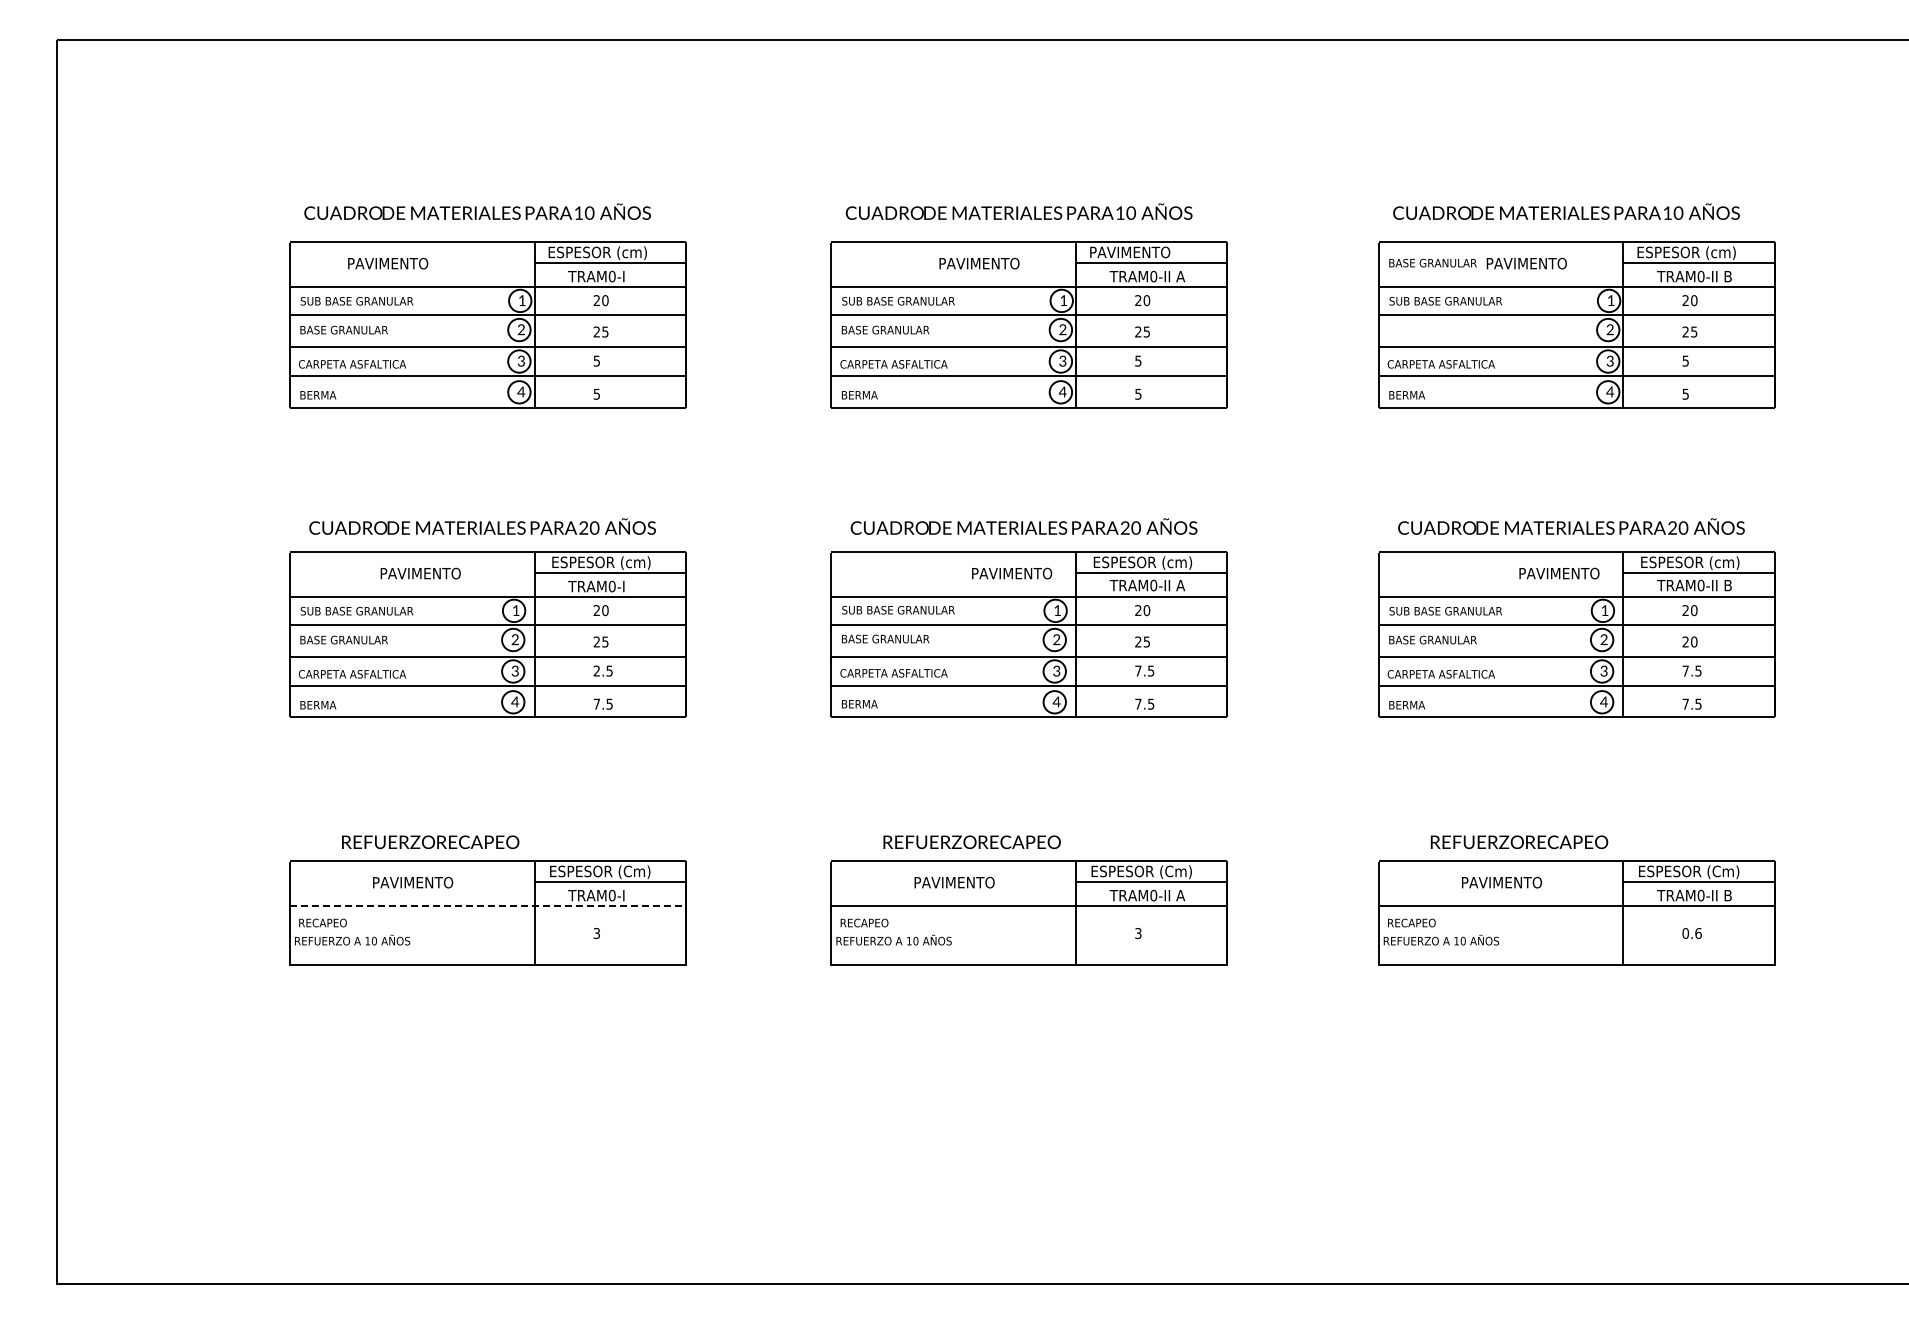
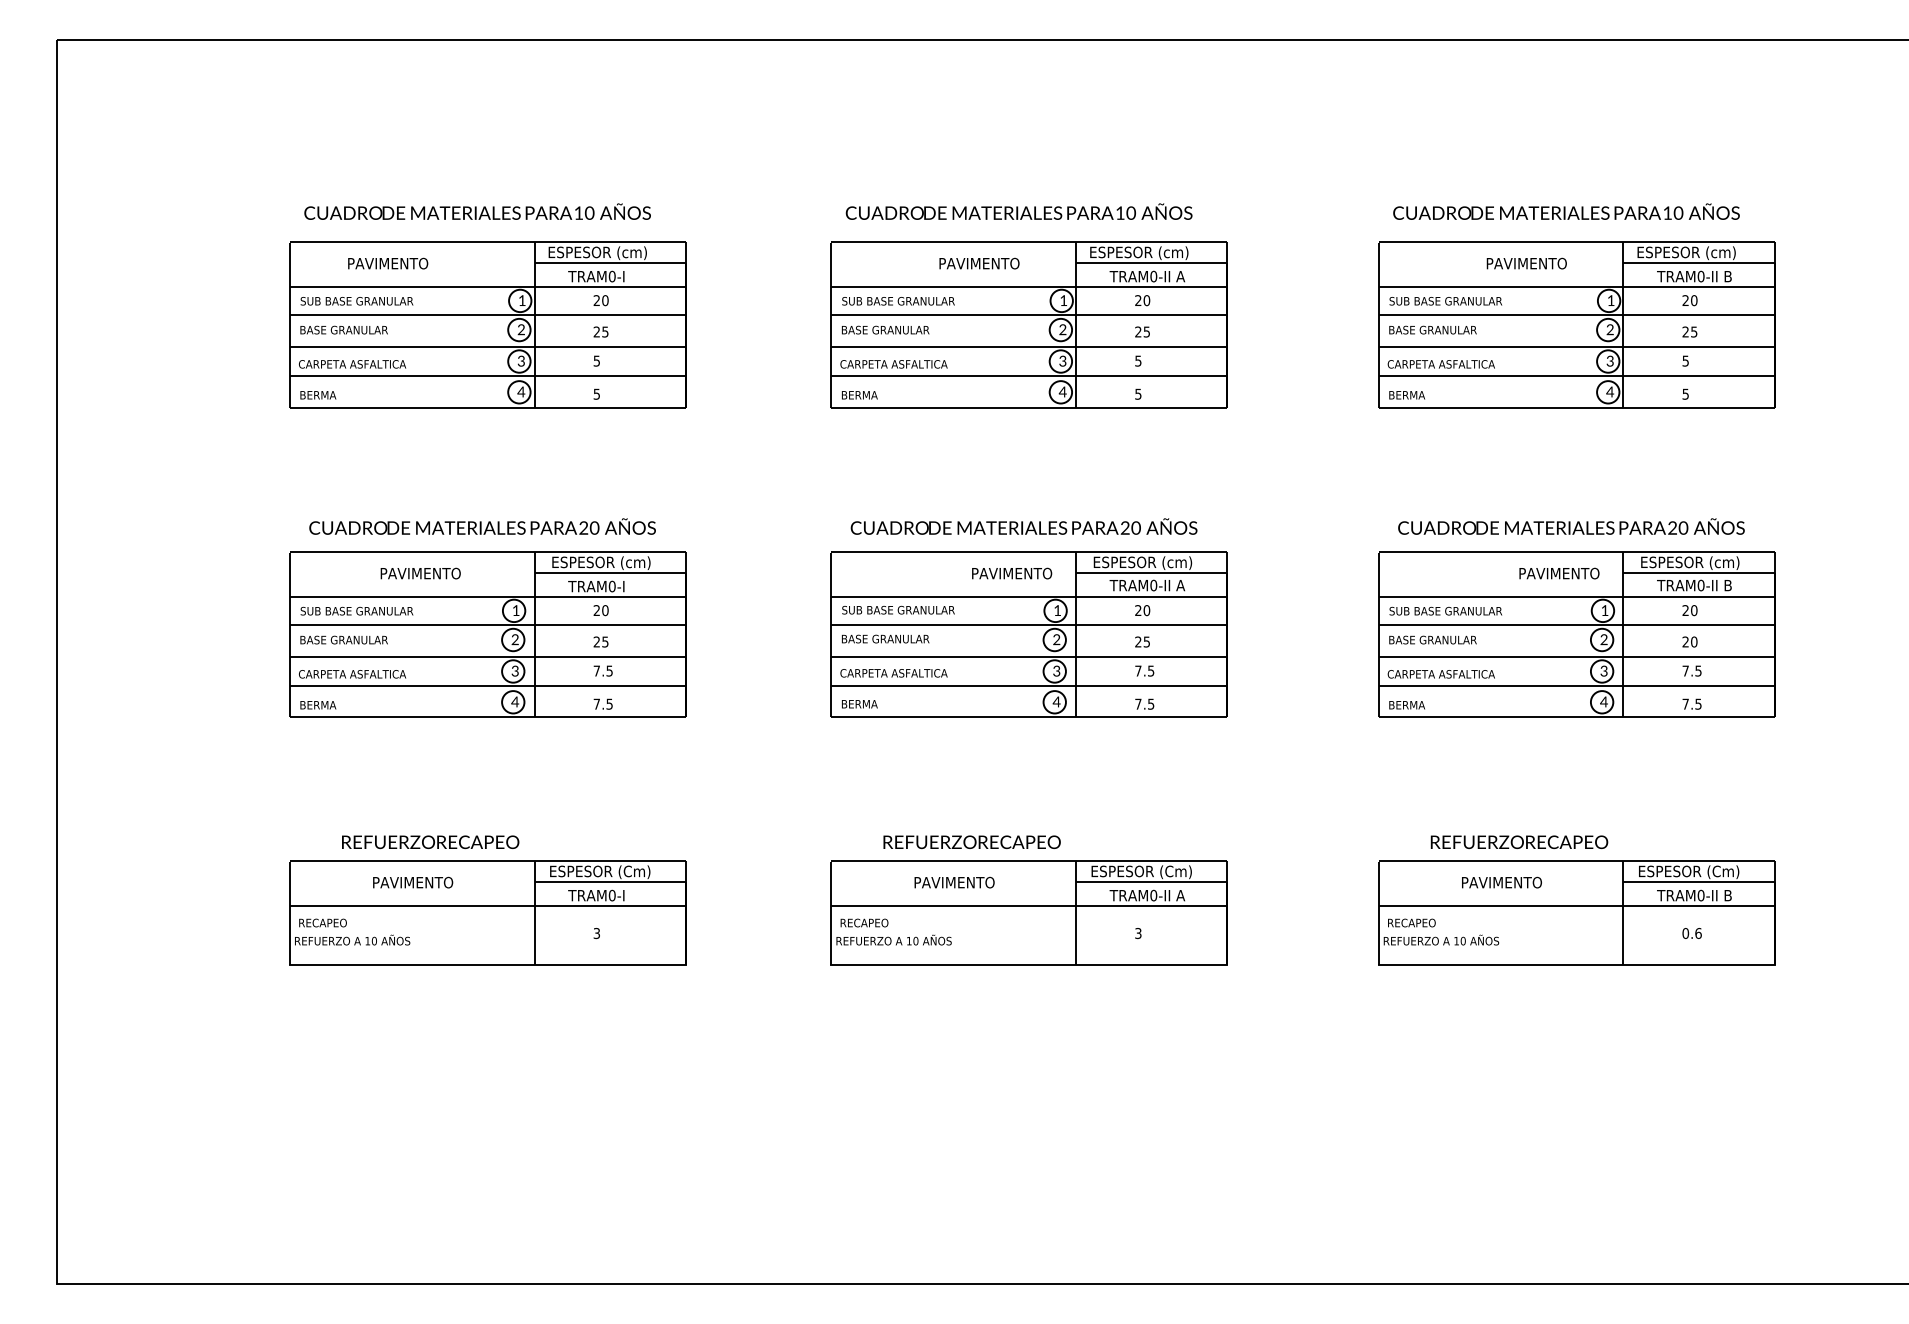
text at (1139, 253): PAVIMENTO -> ESPESOR (cm)
text at (1432, 262) position: (1432, 262) -> (1432, 329)
text at (596, 670): 2.5 -> 7.5
line at (488, 906): dashed -> solid
